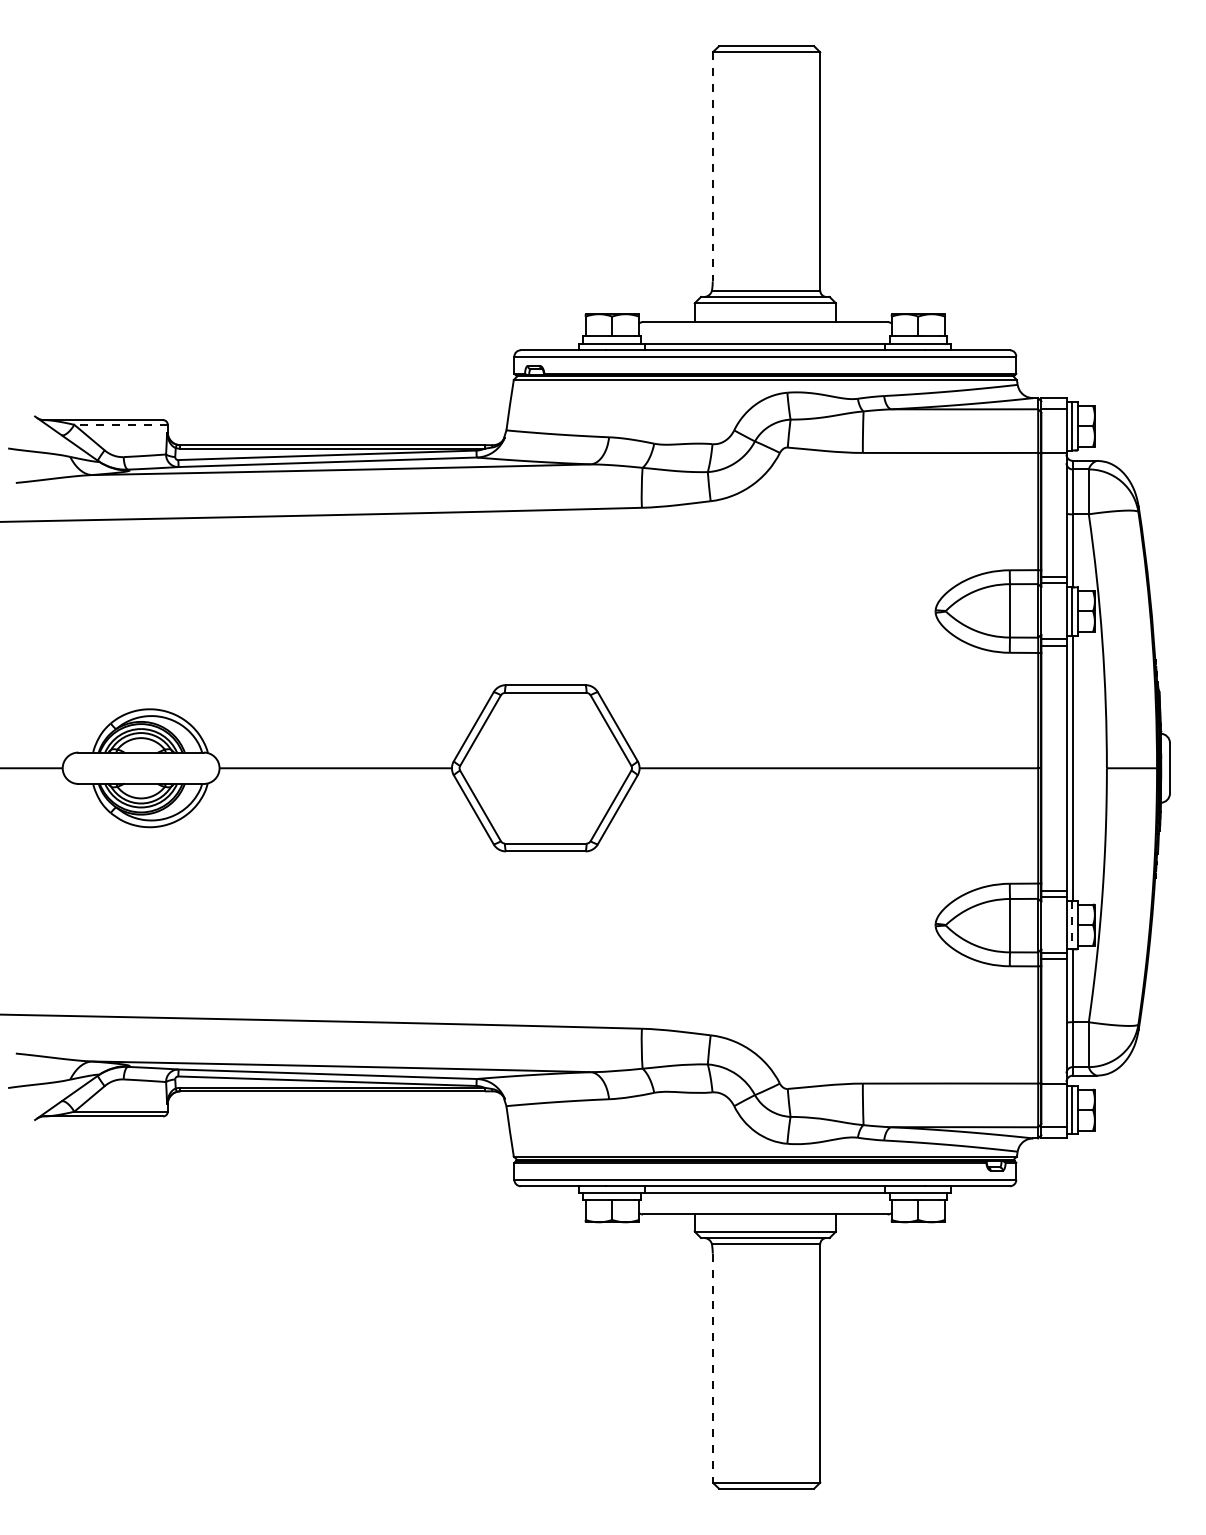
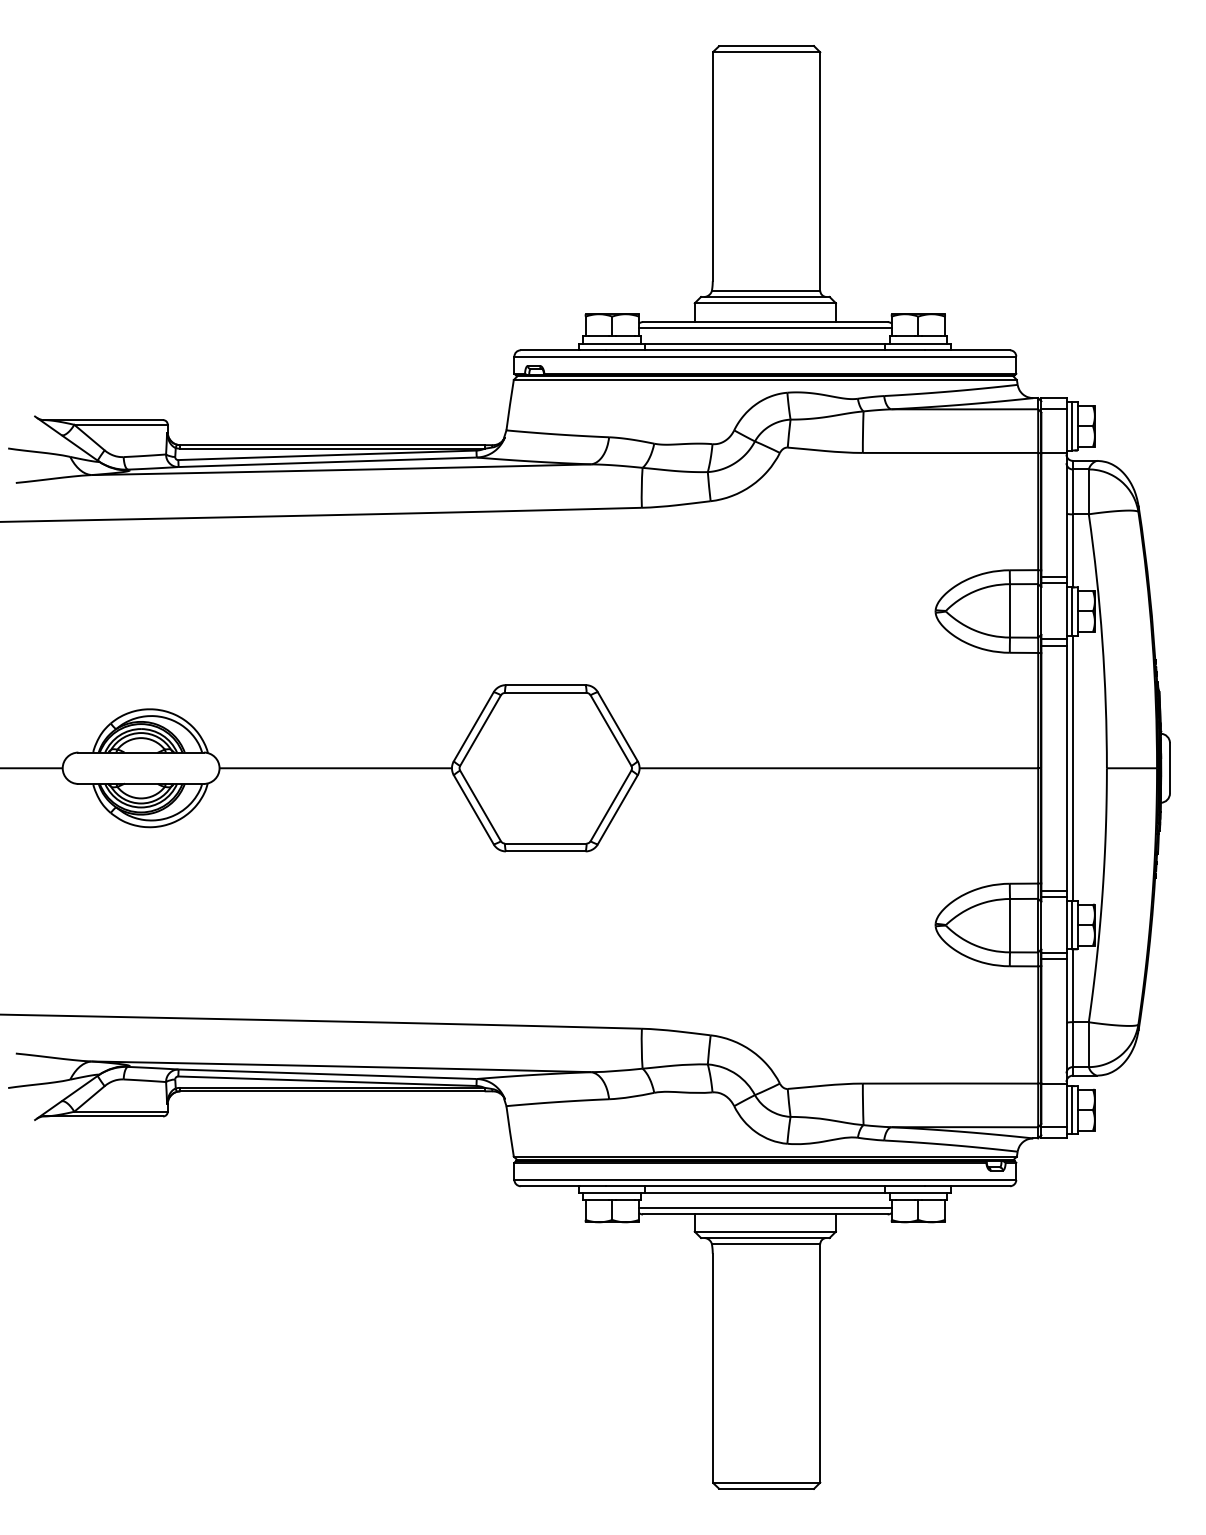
line at (712, 167): dashed -> solid
line at (764, 328): none -> present
line at (121, 424): dashed -> solid
line at (1071, 925): dashed -> solid
line at (764, 1208): none -> present
line at (712, 1368): dashed -> solid
